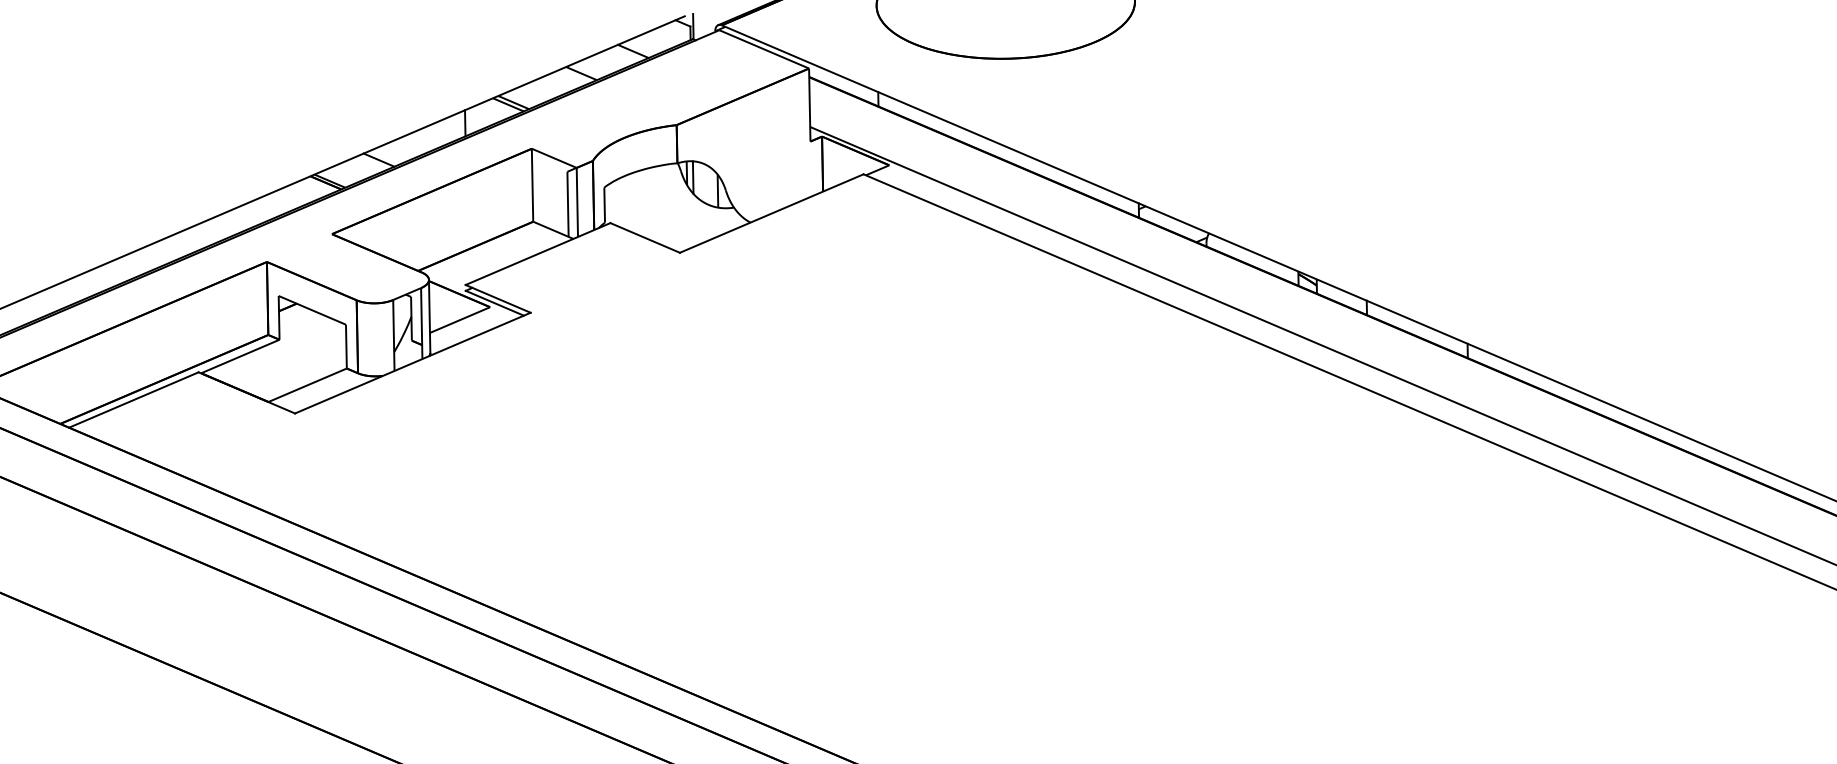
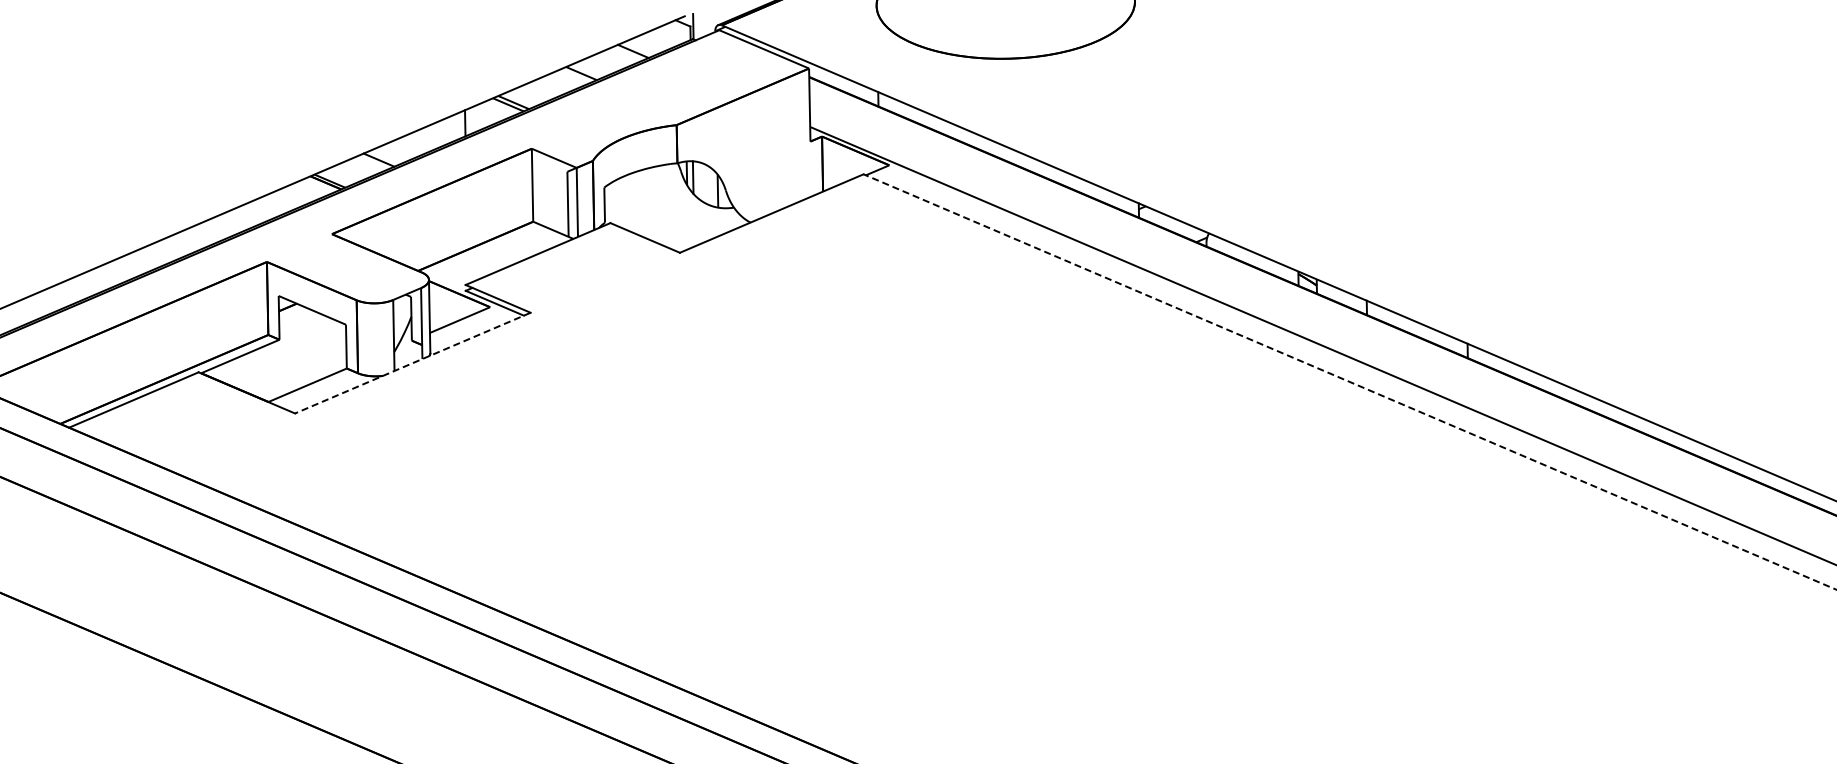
line at (412, 363): solid -> dashed
line at (1349, 382): solid -> dashed
